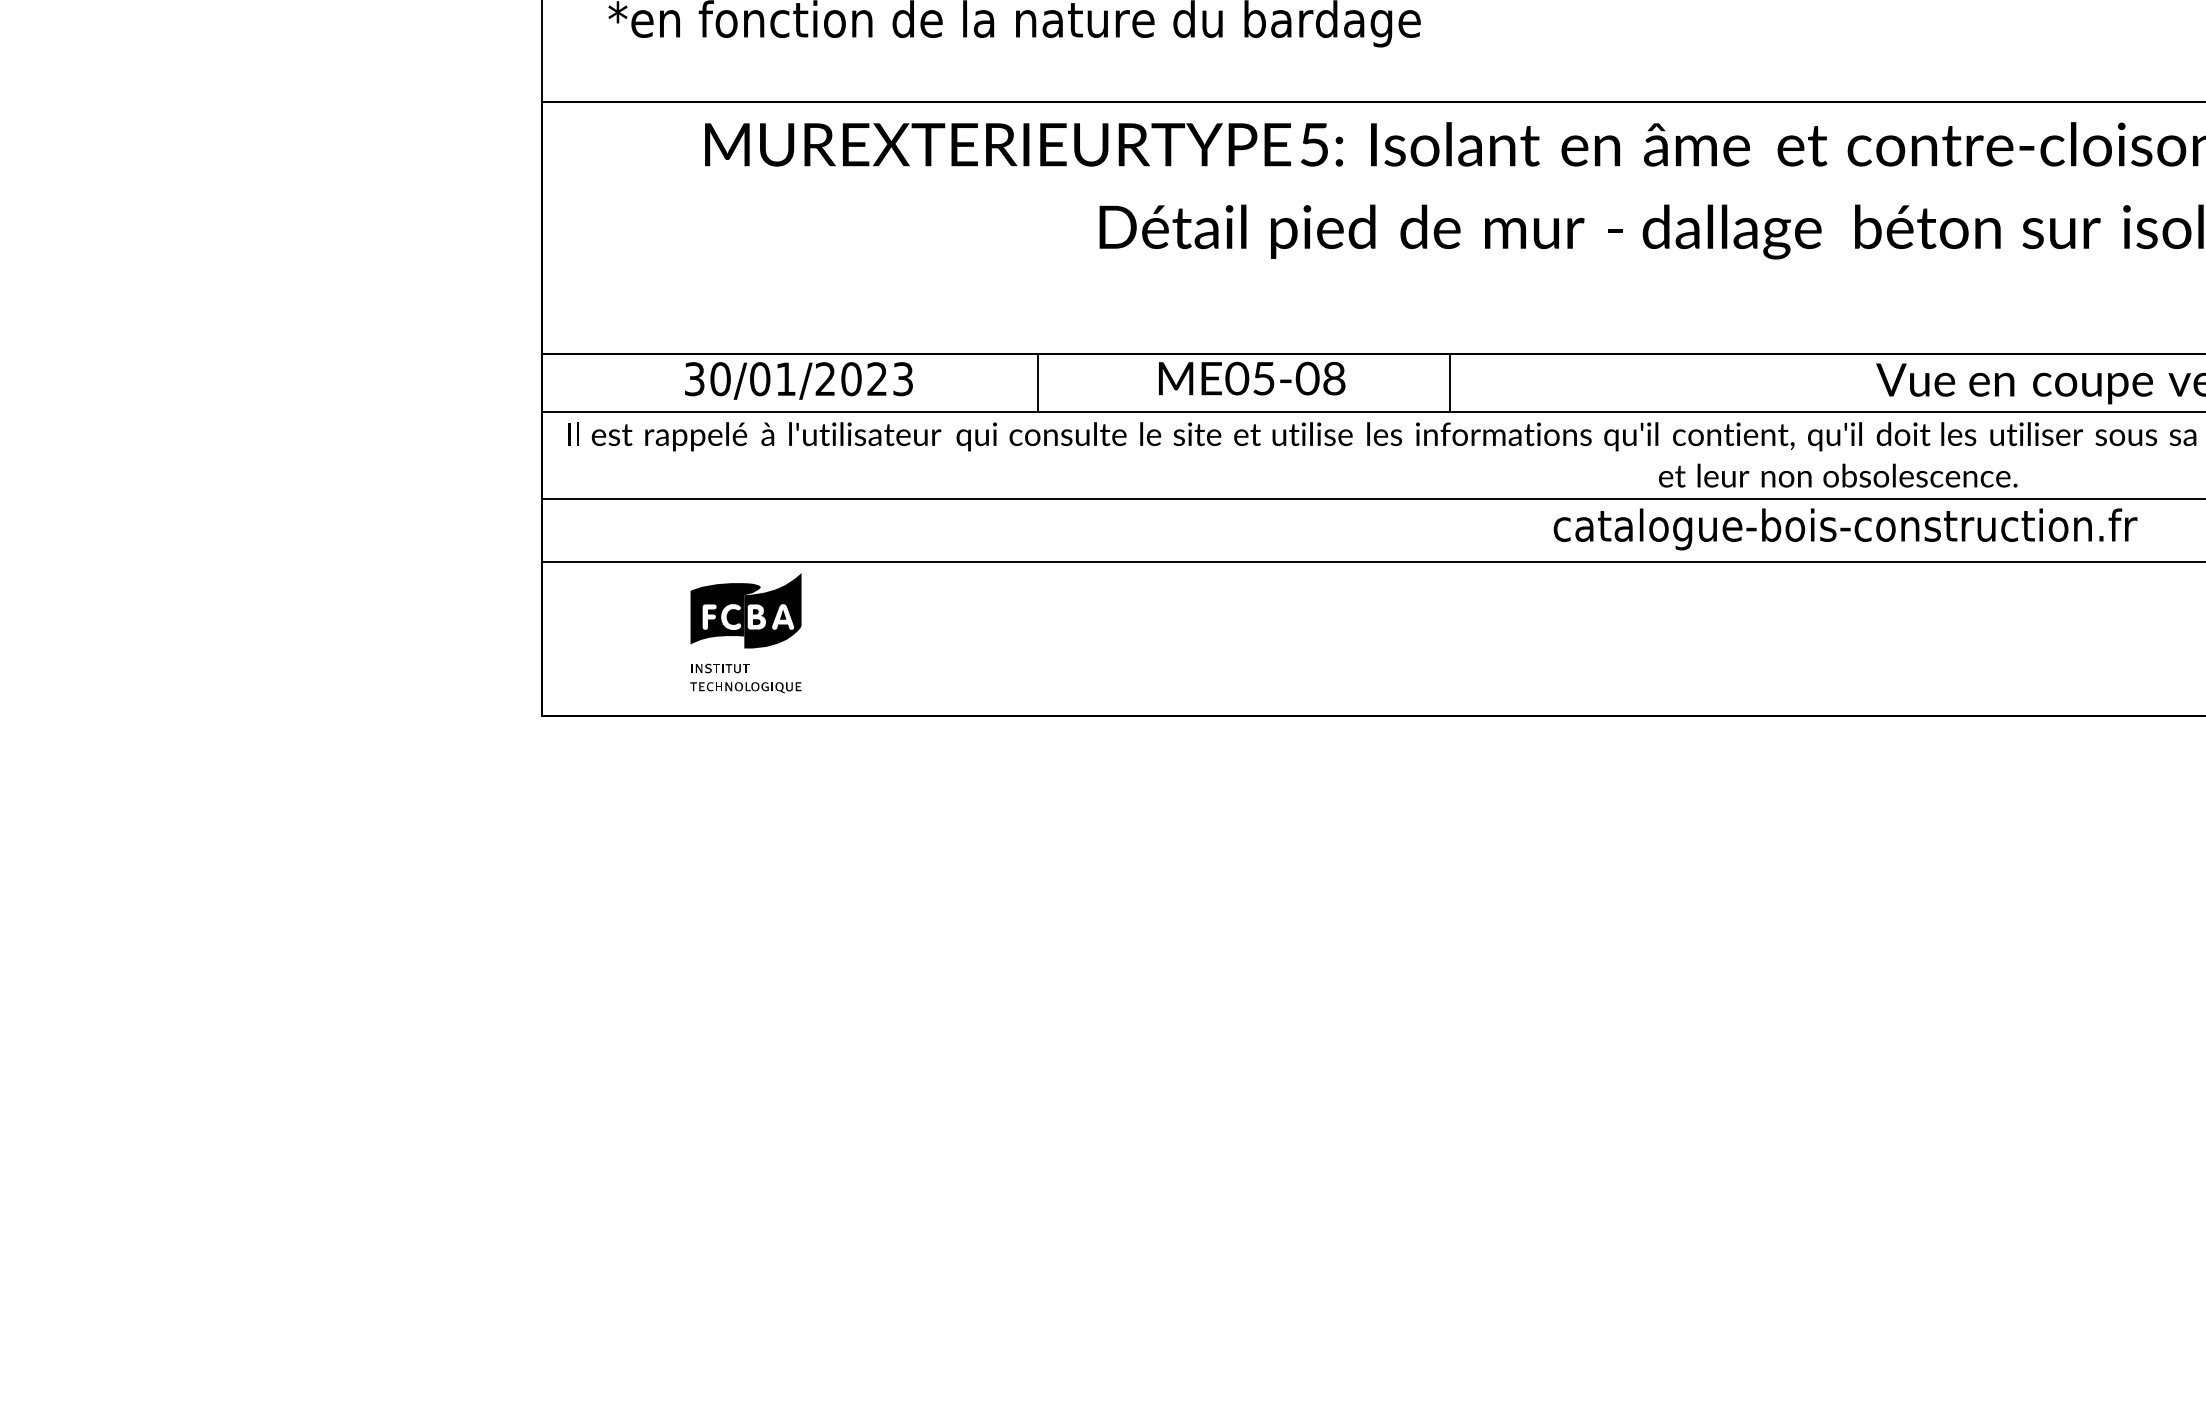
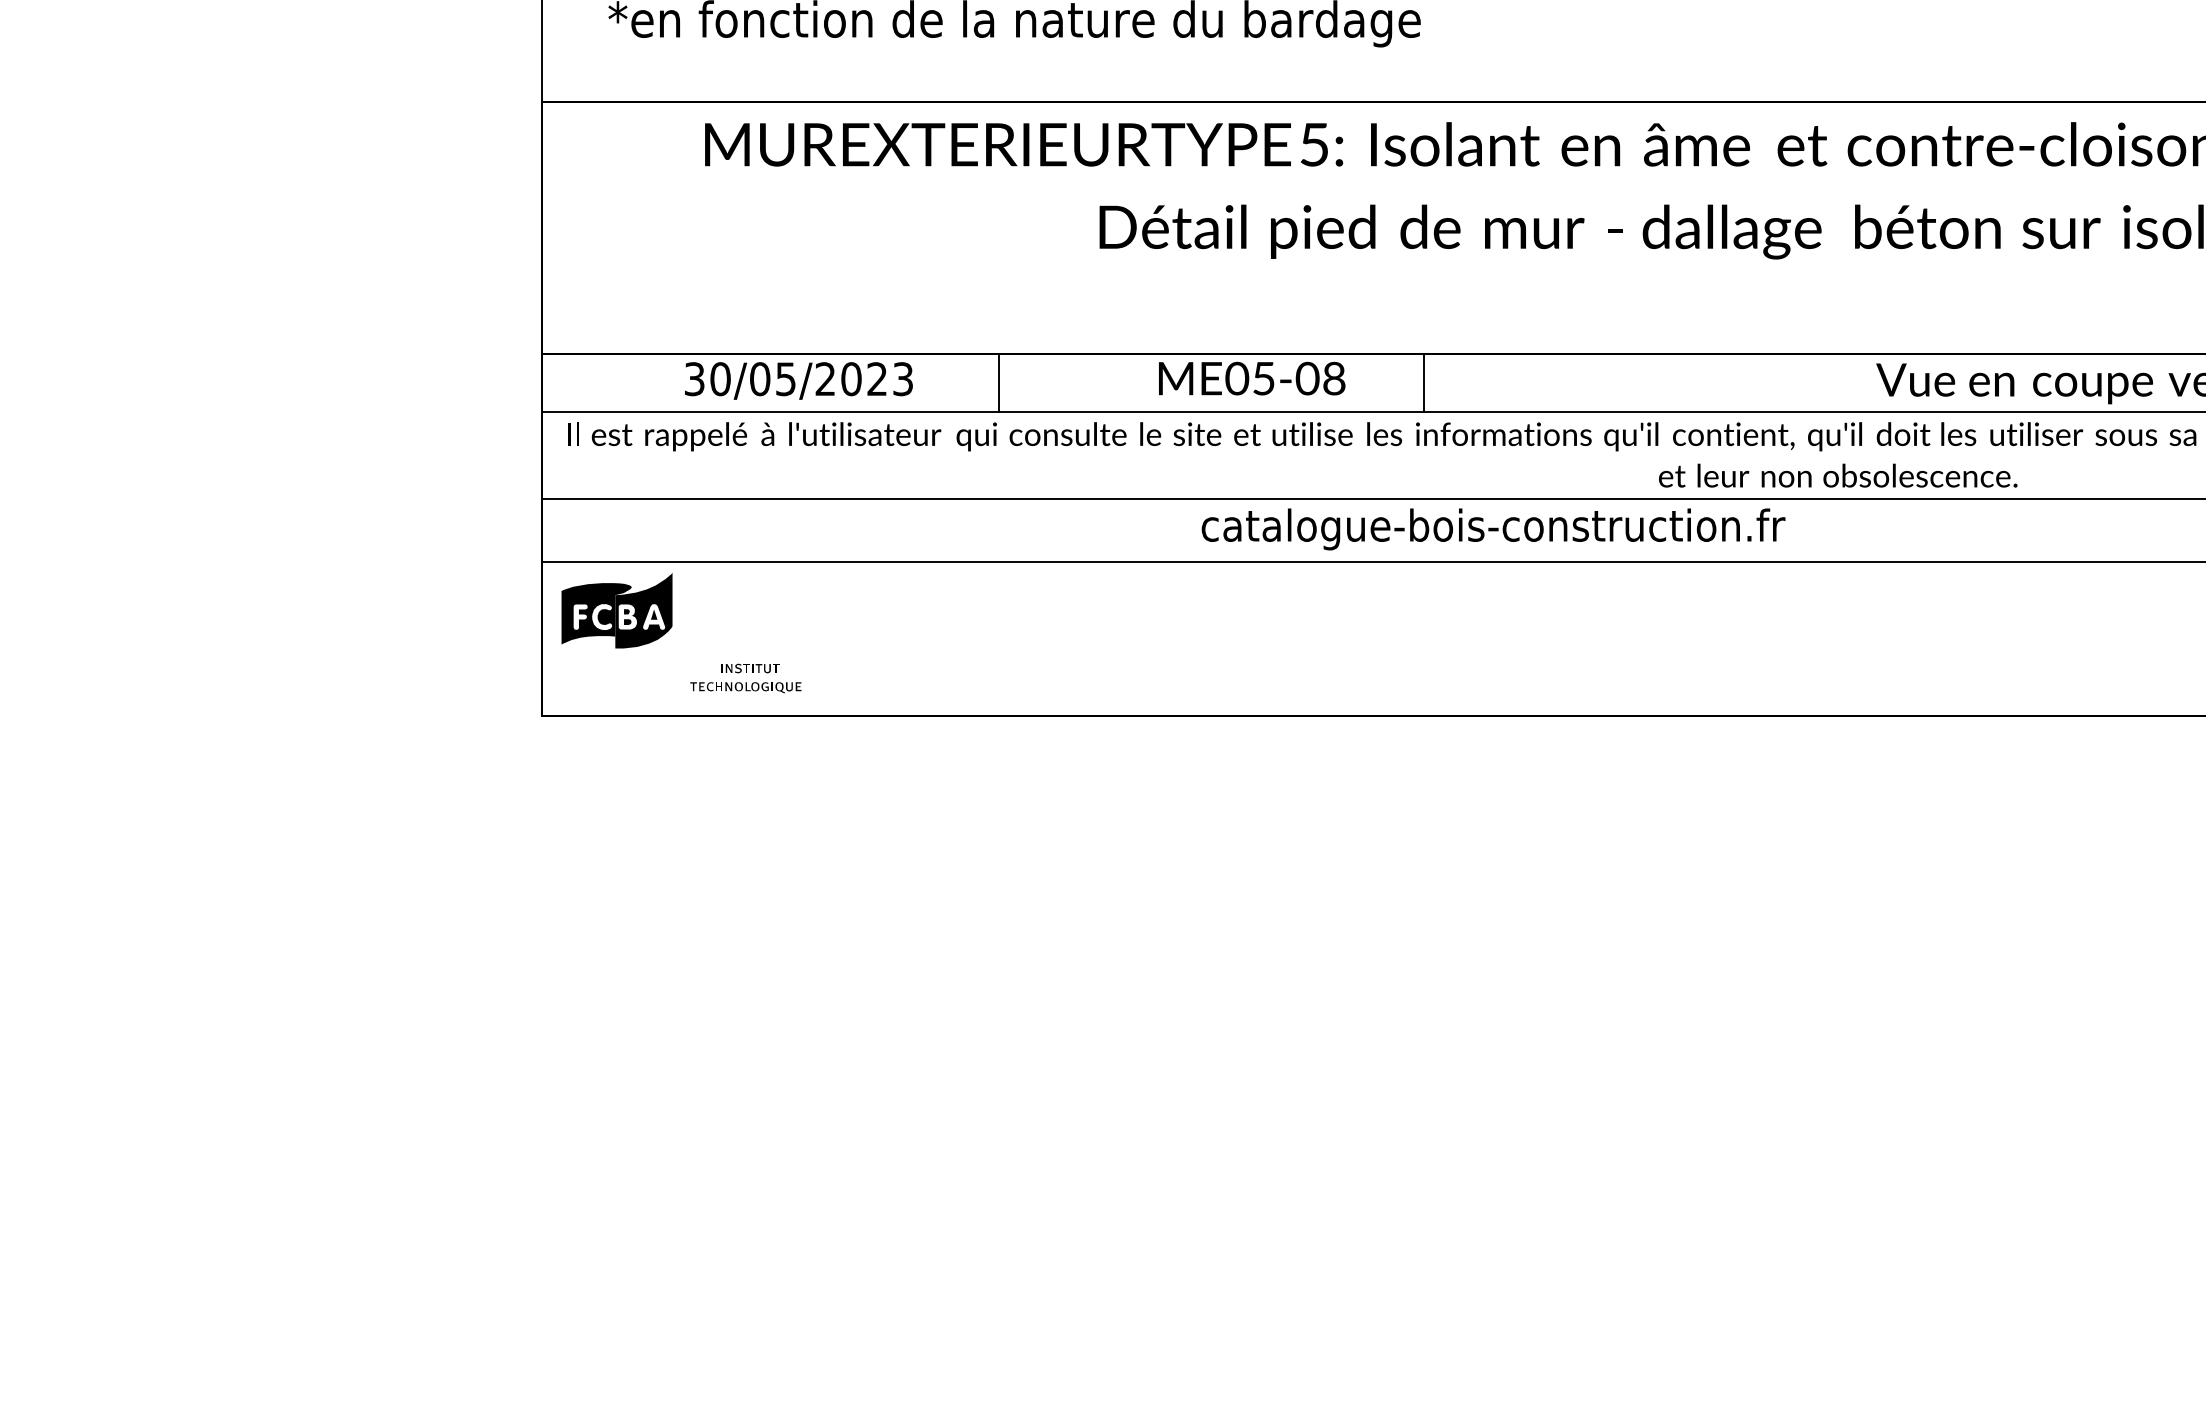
text at (785, 379): 30/01/2023 -> 30/05/2023
line at (1038, 382) position: (1038, 382) -> (999, 382)
line at (1449, 382) position: (1449, 382) -> (1423, 382)
text at (1845, 529) position: (1845, 529) -> (1493, 529)
part at (745, 610) position: (745, 610) -> (616, 610)
part at (720, 668) position: (720, 668) -> (750, 668)
